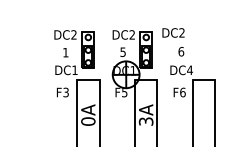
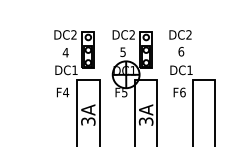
text at (173, 32) position: (173, 32) -> (180, 34)
text at (65, 52): 1 -> 4
text at (190, 69): DC4 -> DC1
text at (66, 92): F3 -> F4
text at (88, 121): 0A -> 3A
